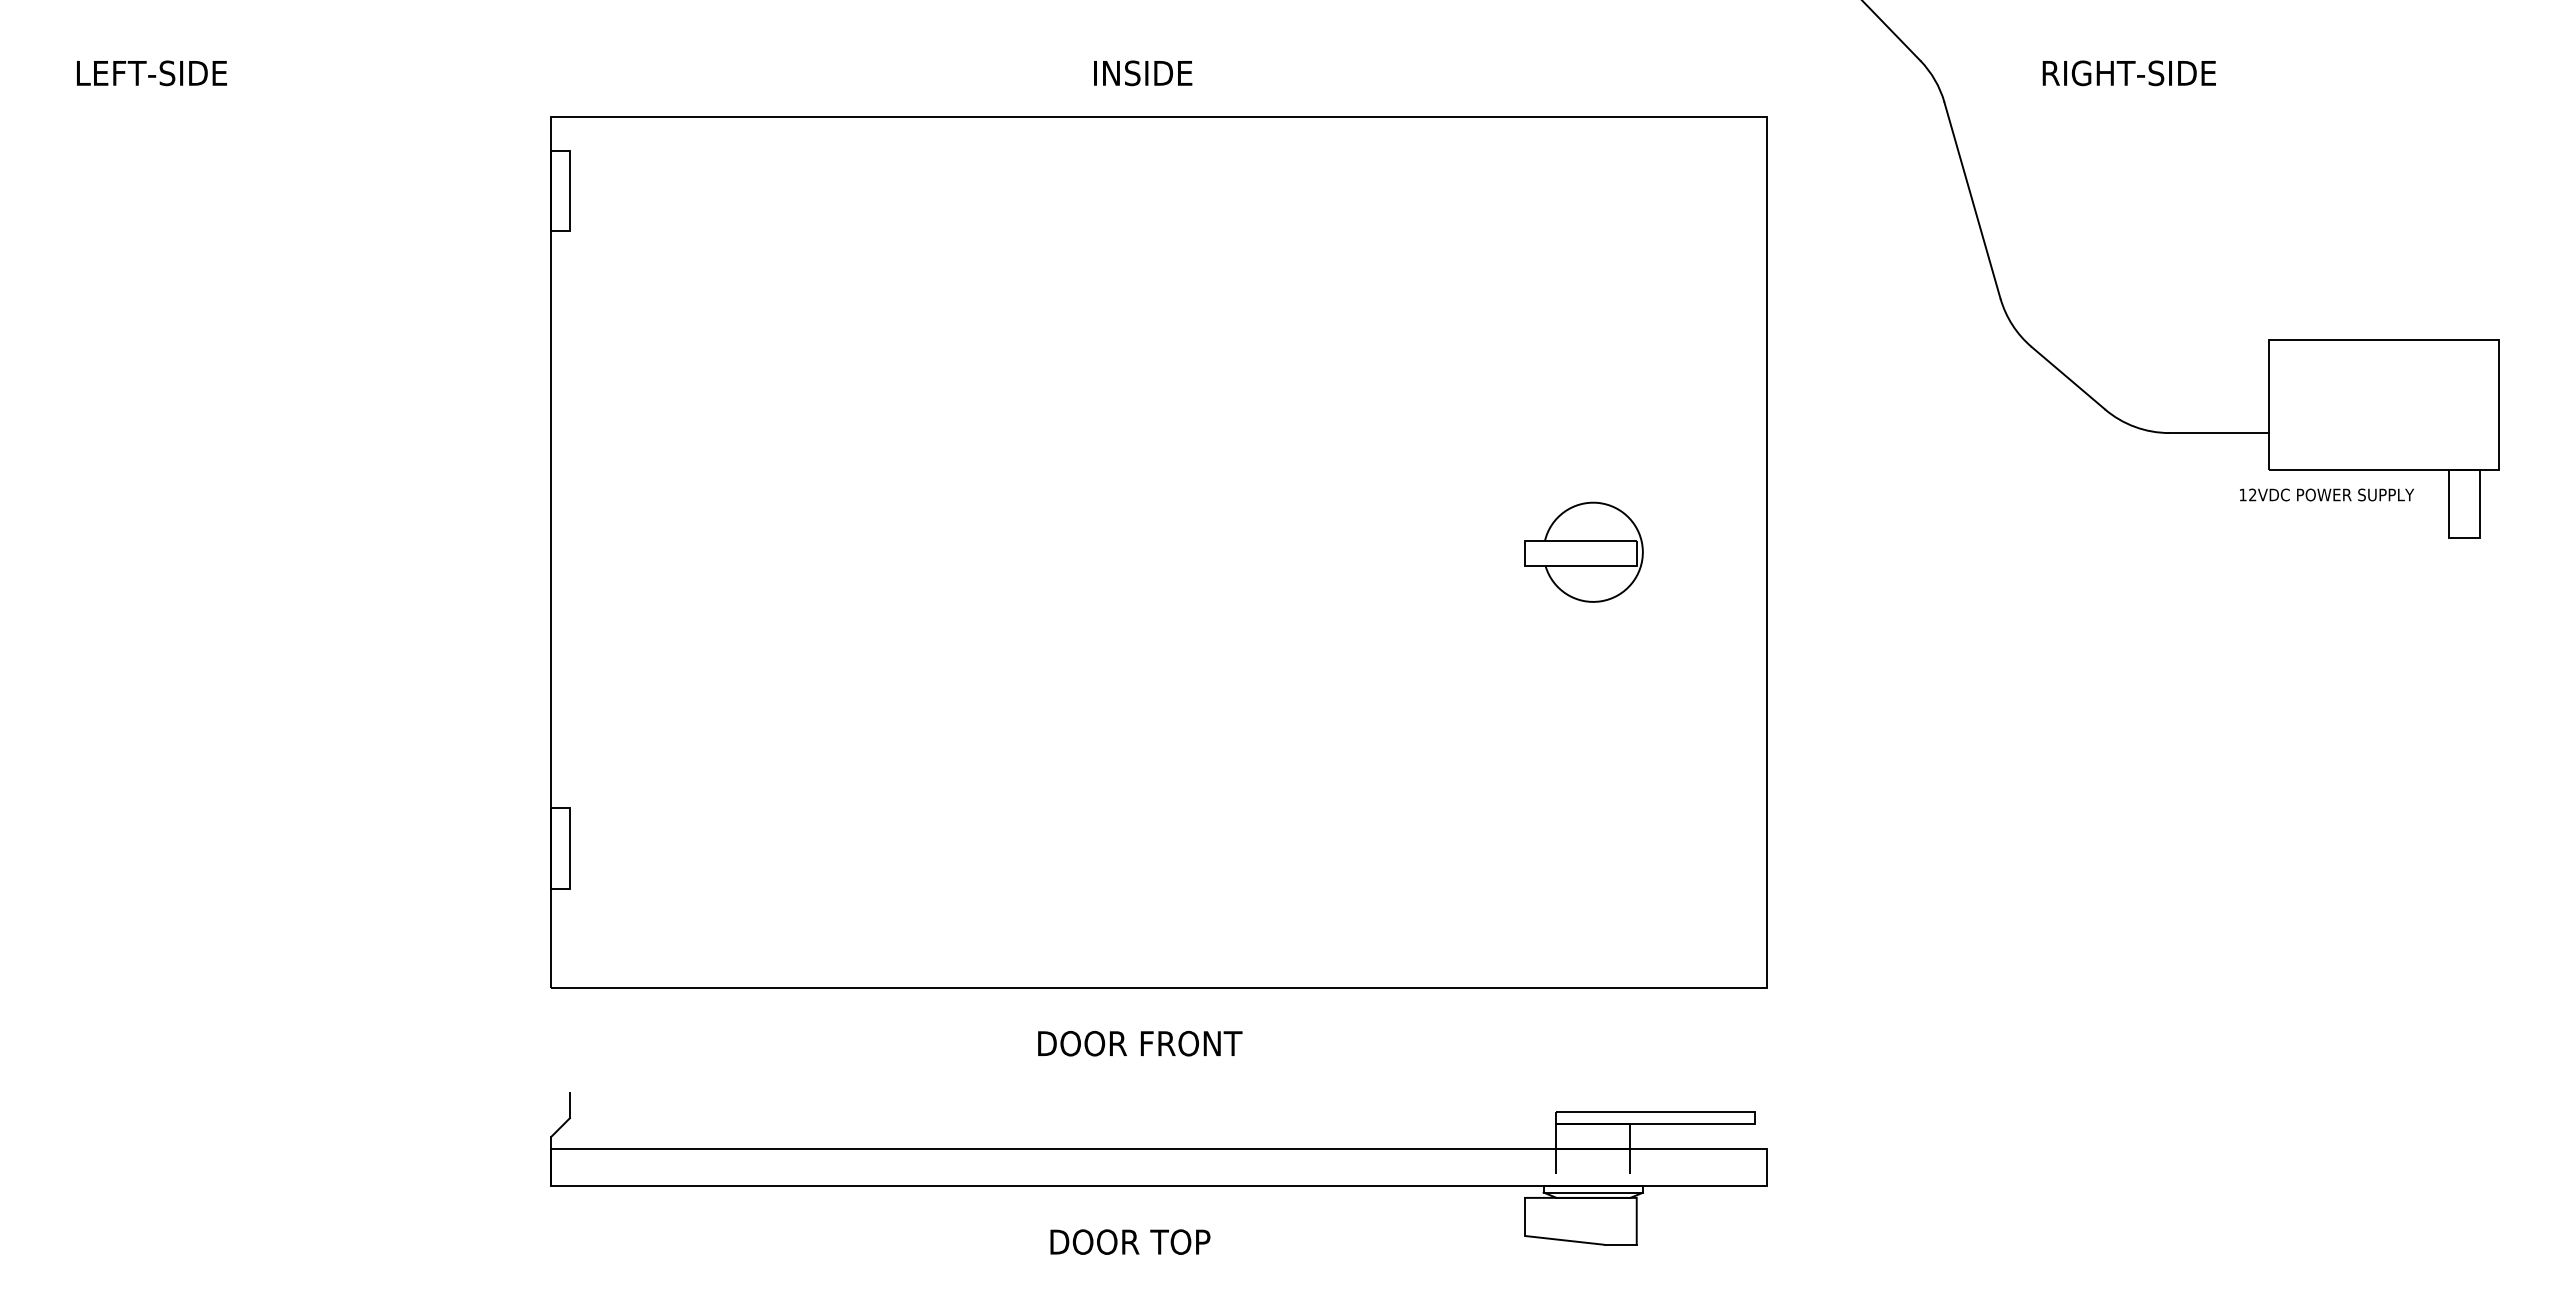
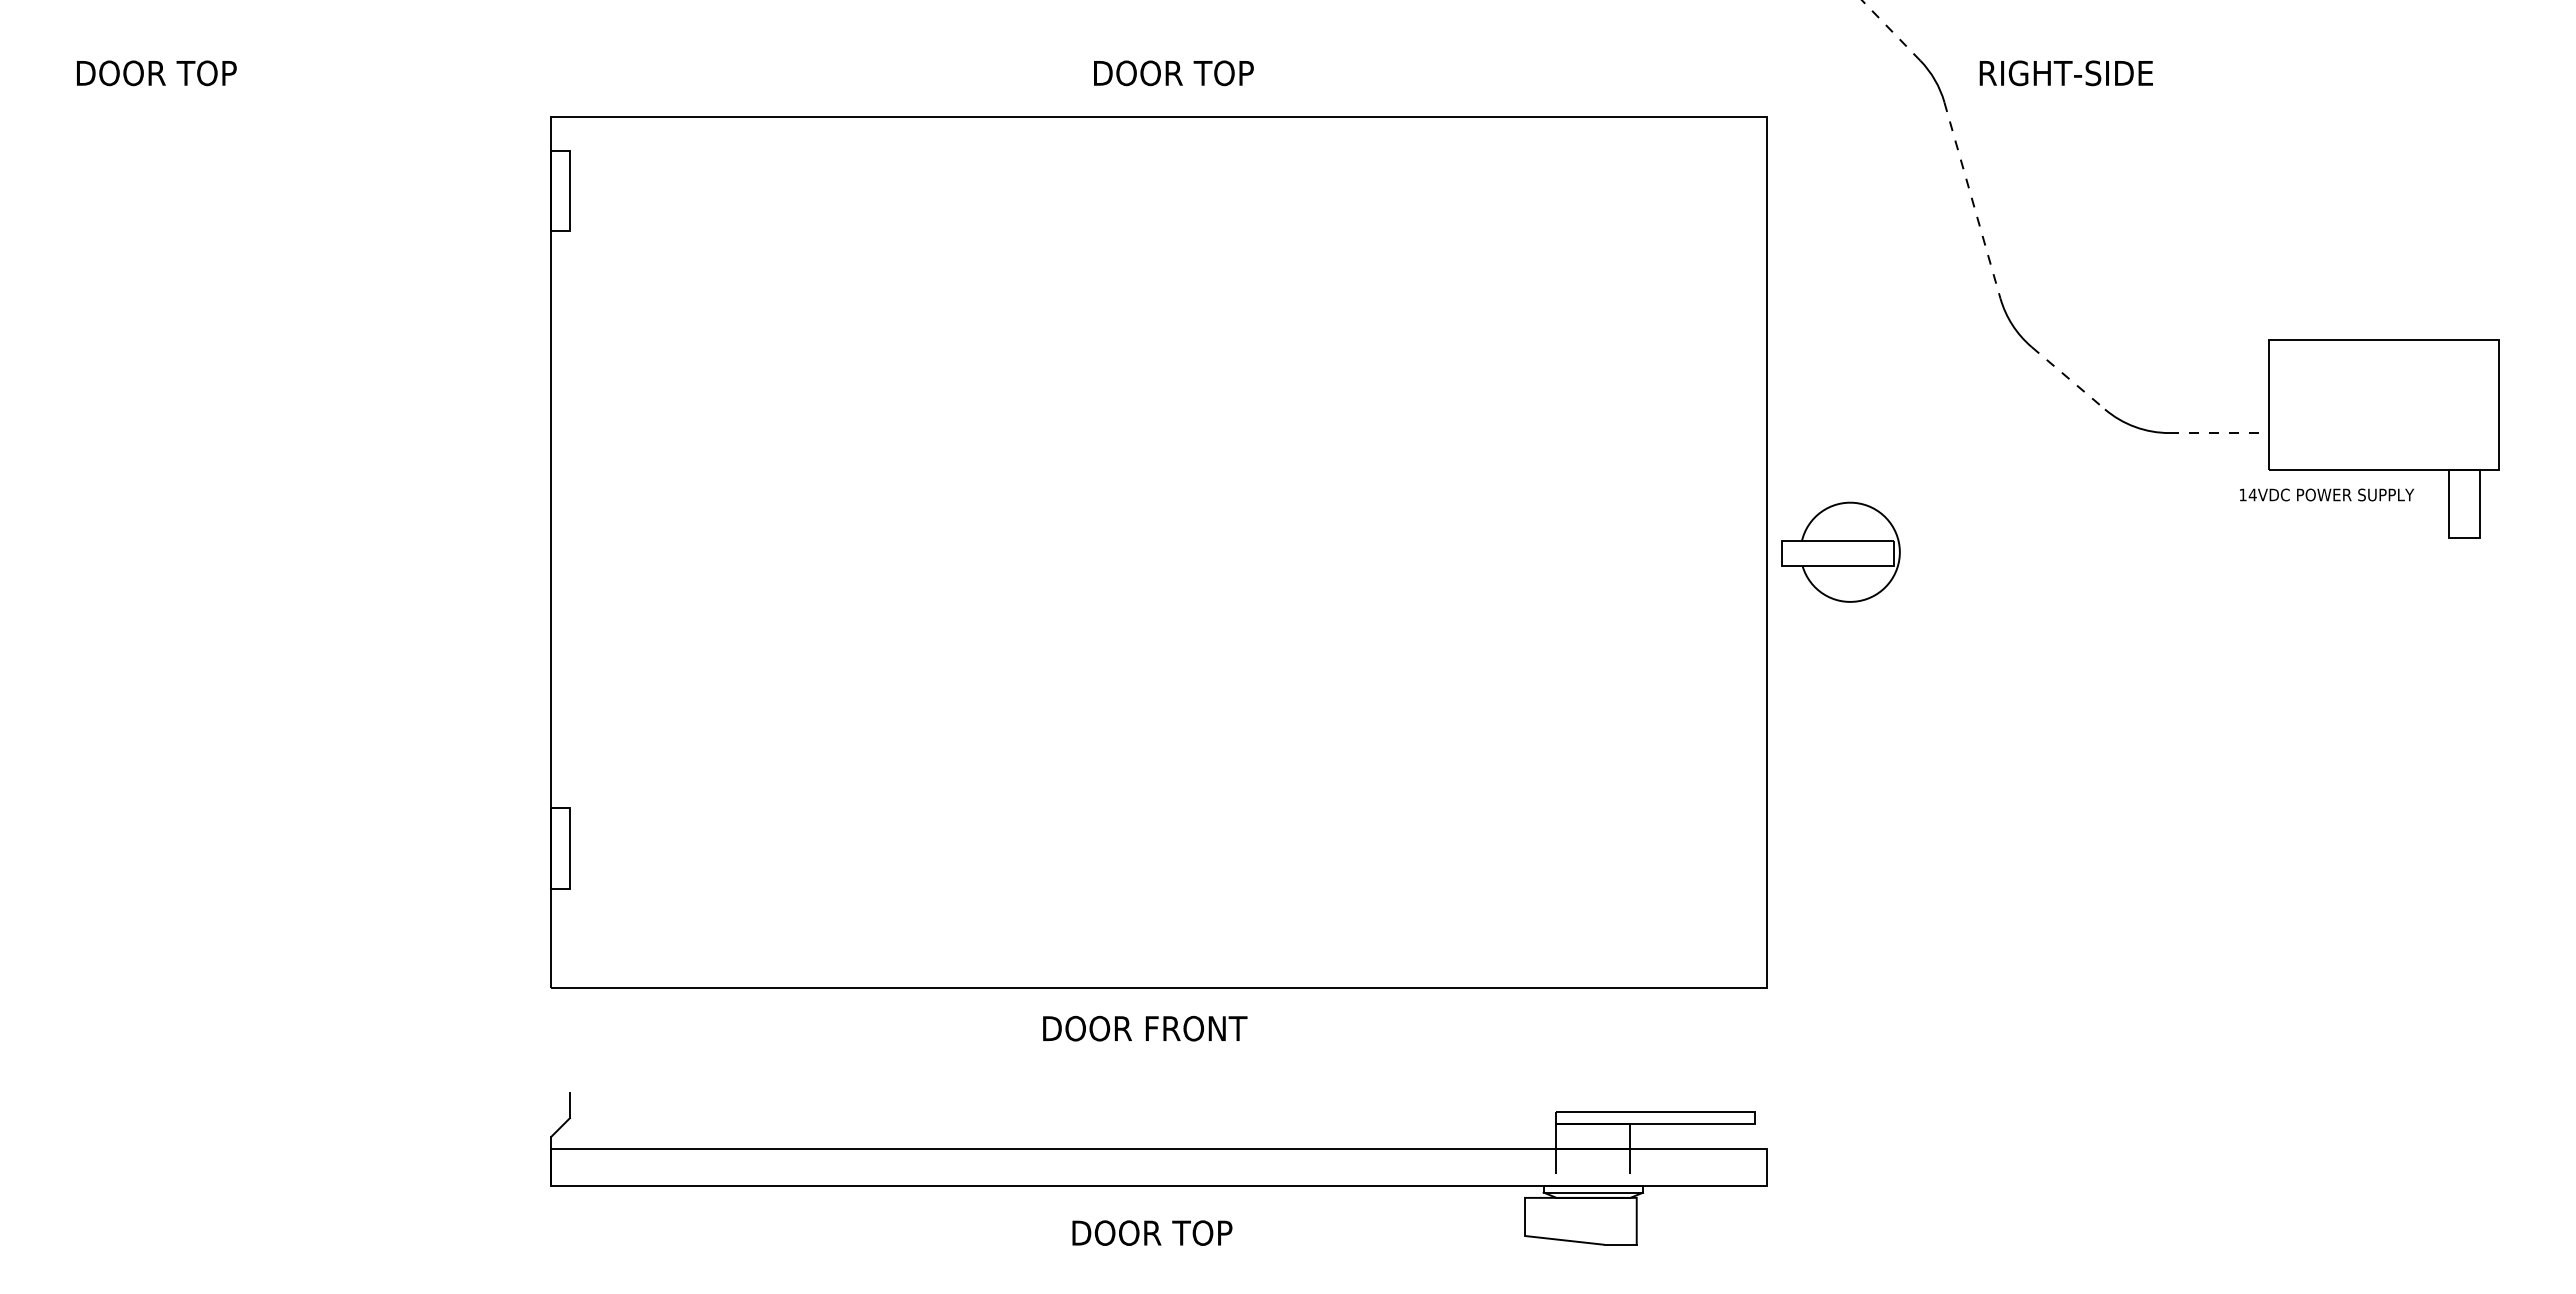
line at (1891, 30): solid -> dashed
text at (158, 73): LEFT-SIDE -> DOOR TOP
text at (1175, 73): INSIDE -> DOOR TOP
text at (2128, 73) position: (2128, 73) -> (2065, 73)
line at (1972, 201): solid -> dashed
line at (2068, 378): solid -> dashed
line at (2219, 433): solid -> dashed
text at (2252, 494): 12VDC -> 14VDC
part at (1583, 551) position: (1583, 551) -> (1840, 551)
text at (1140, 1043) position: (1140, 1043) -> (1145, 1028)
text at (1130, 1241) position: (1130, 1241) -> (1152, 1232)
